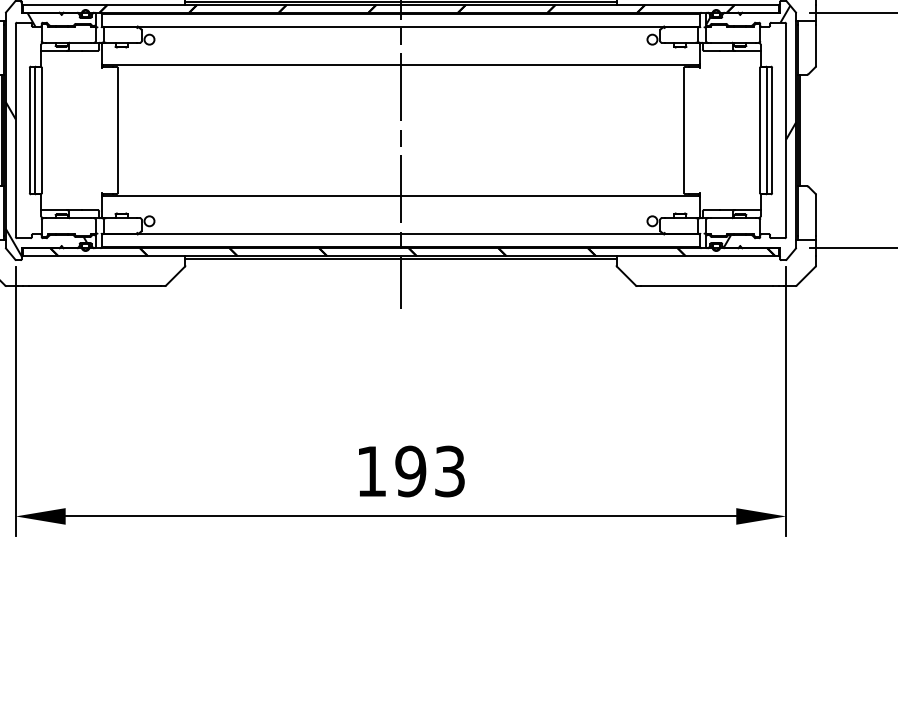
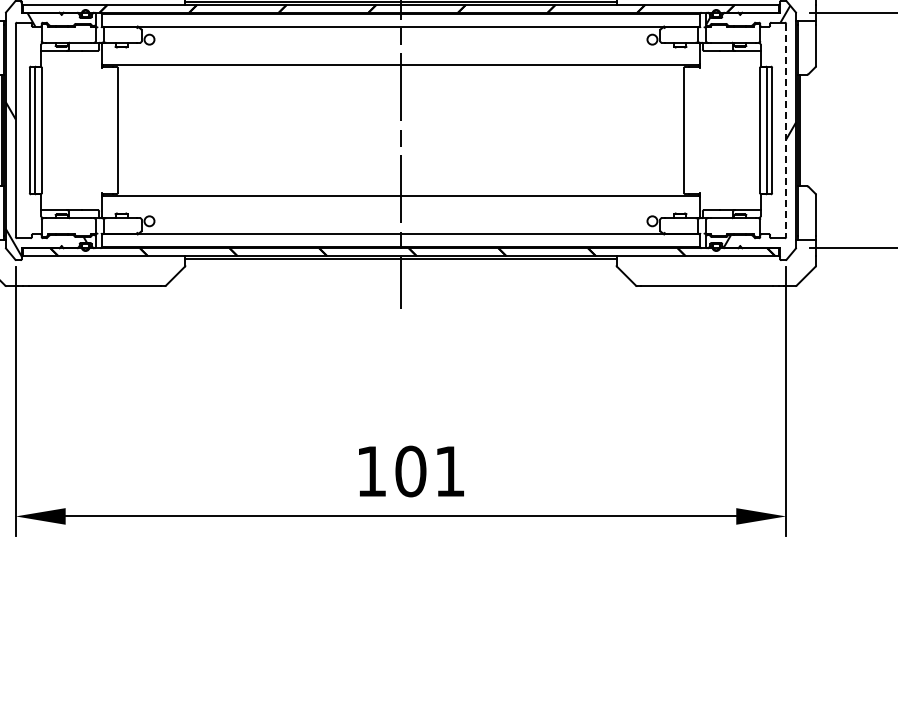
line at (786, 130): solid -> dashed
text at (429, 471): 193 -> 101
